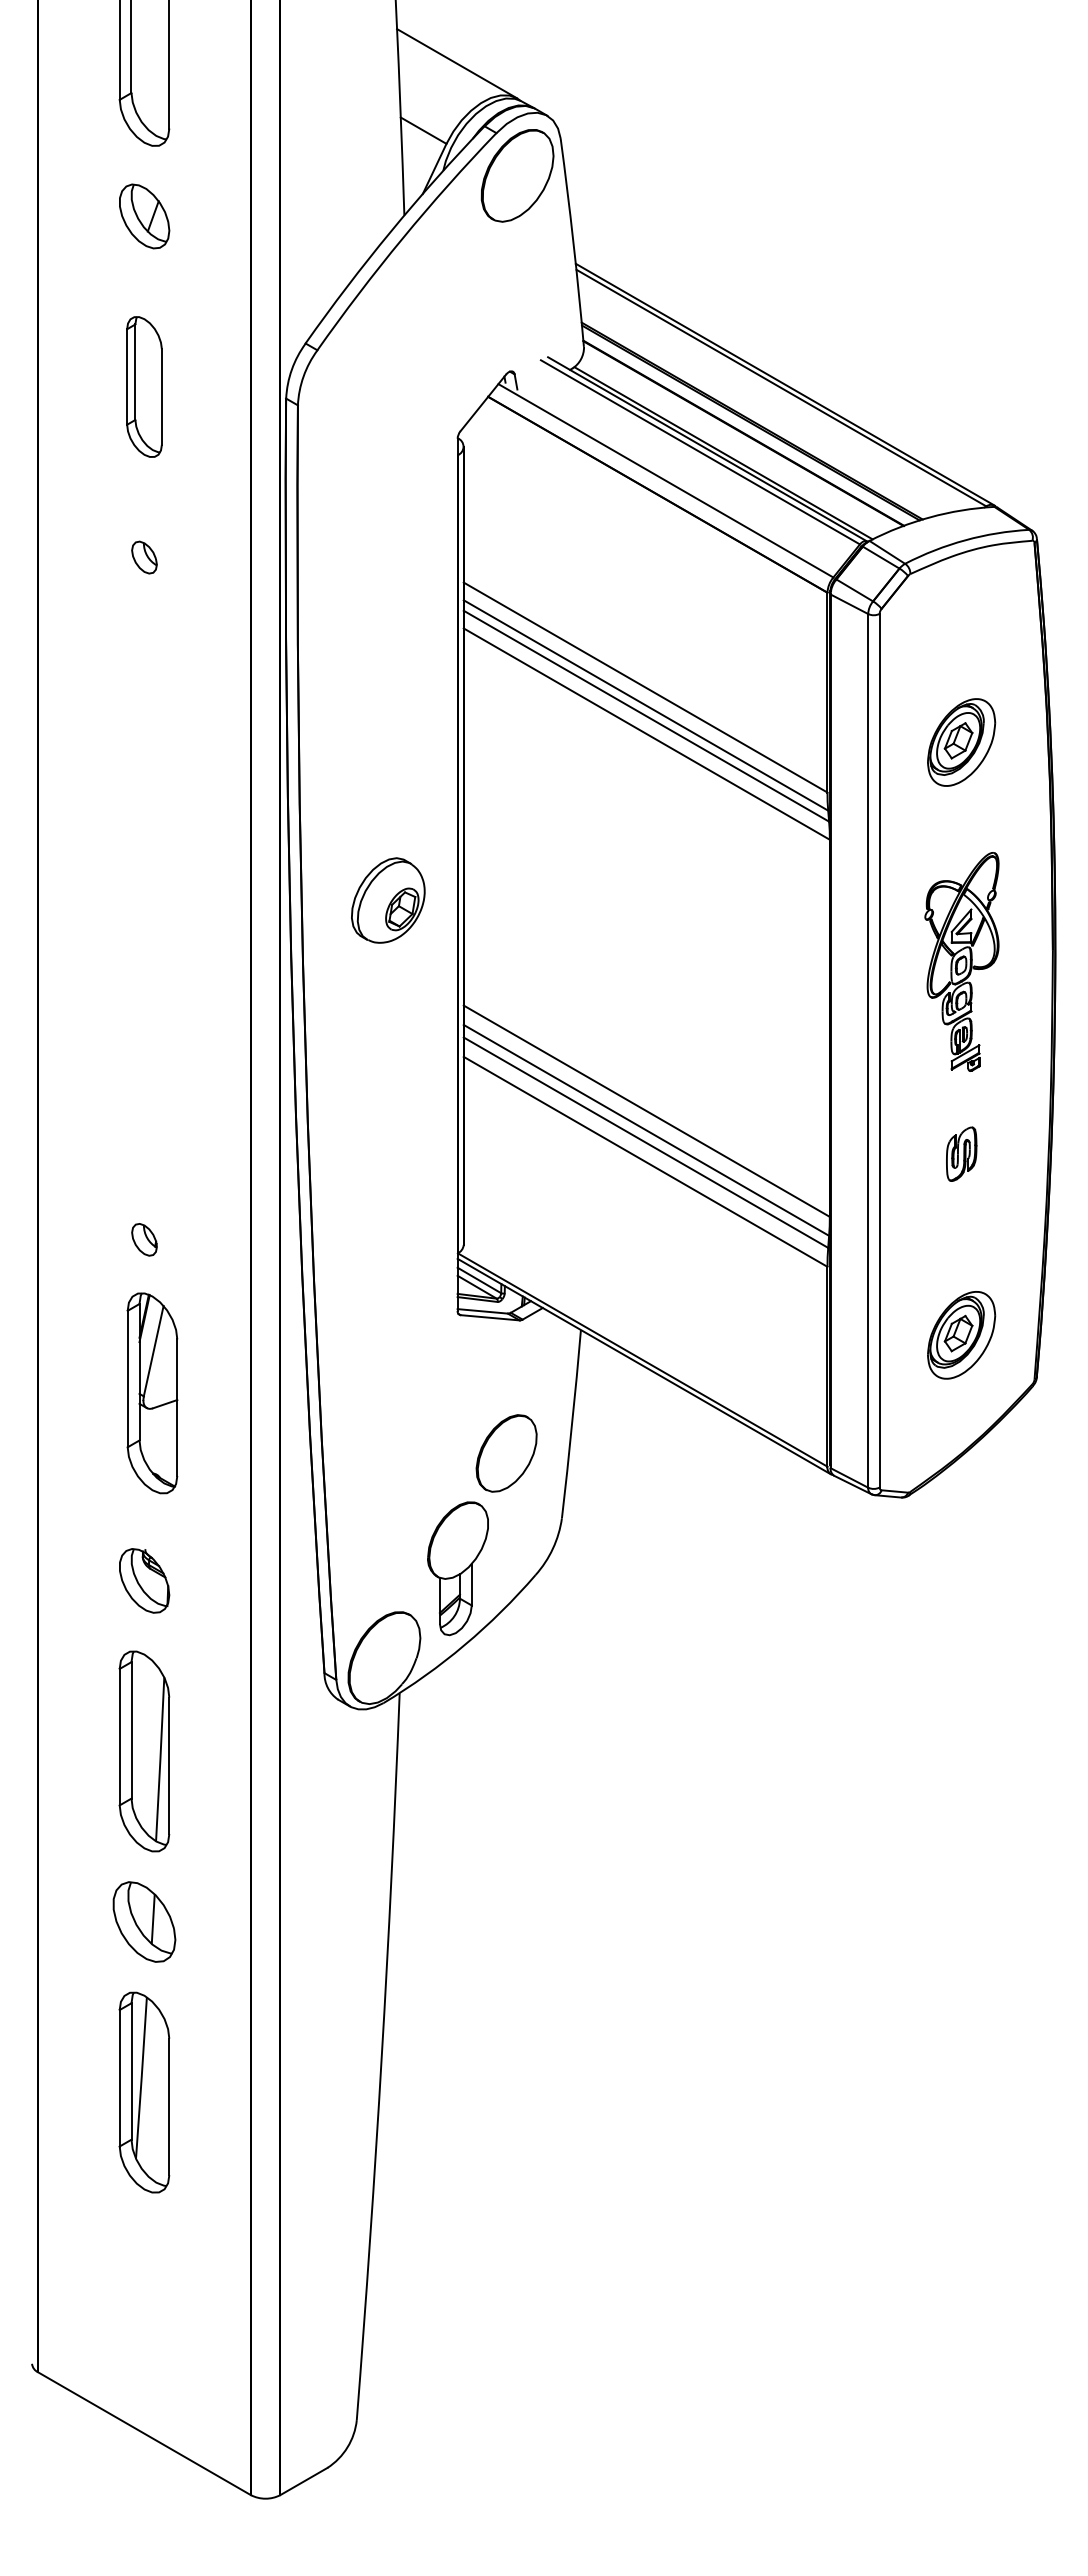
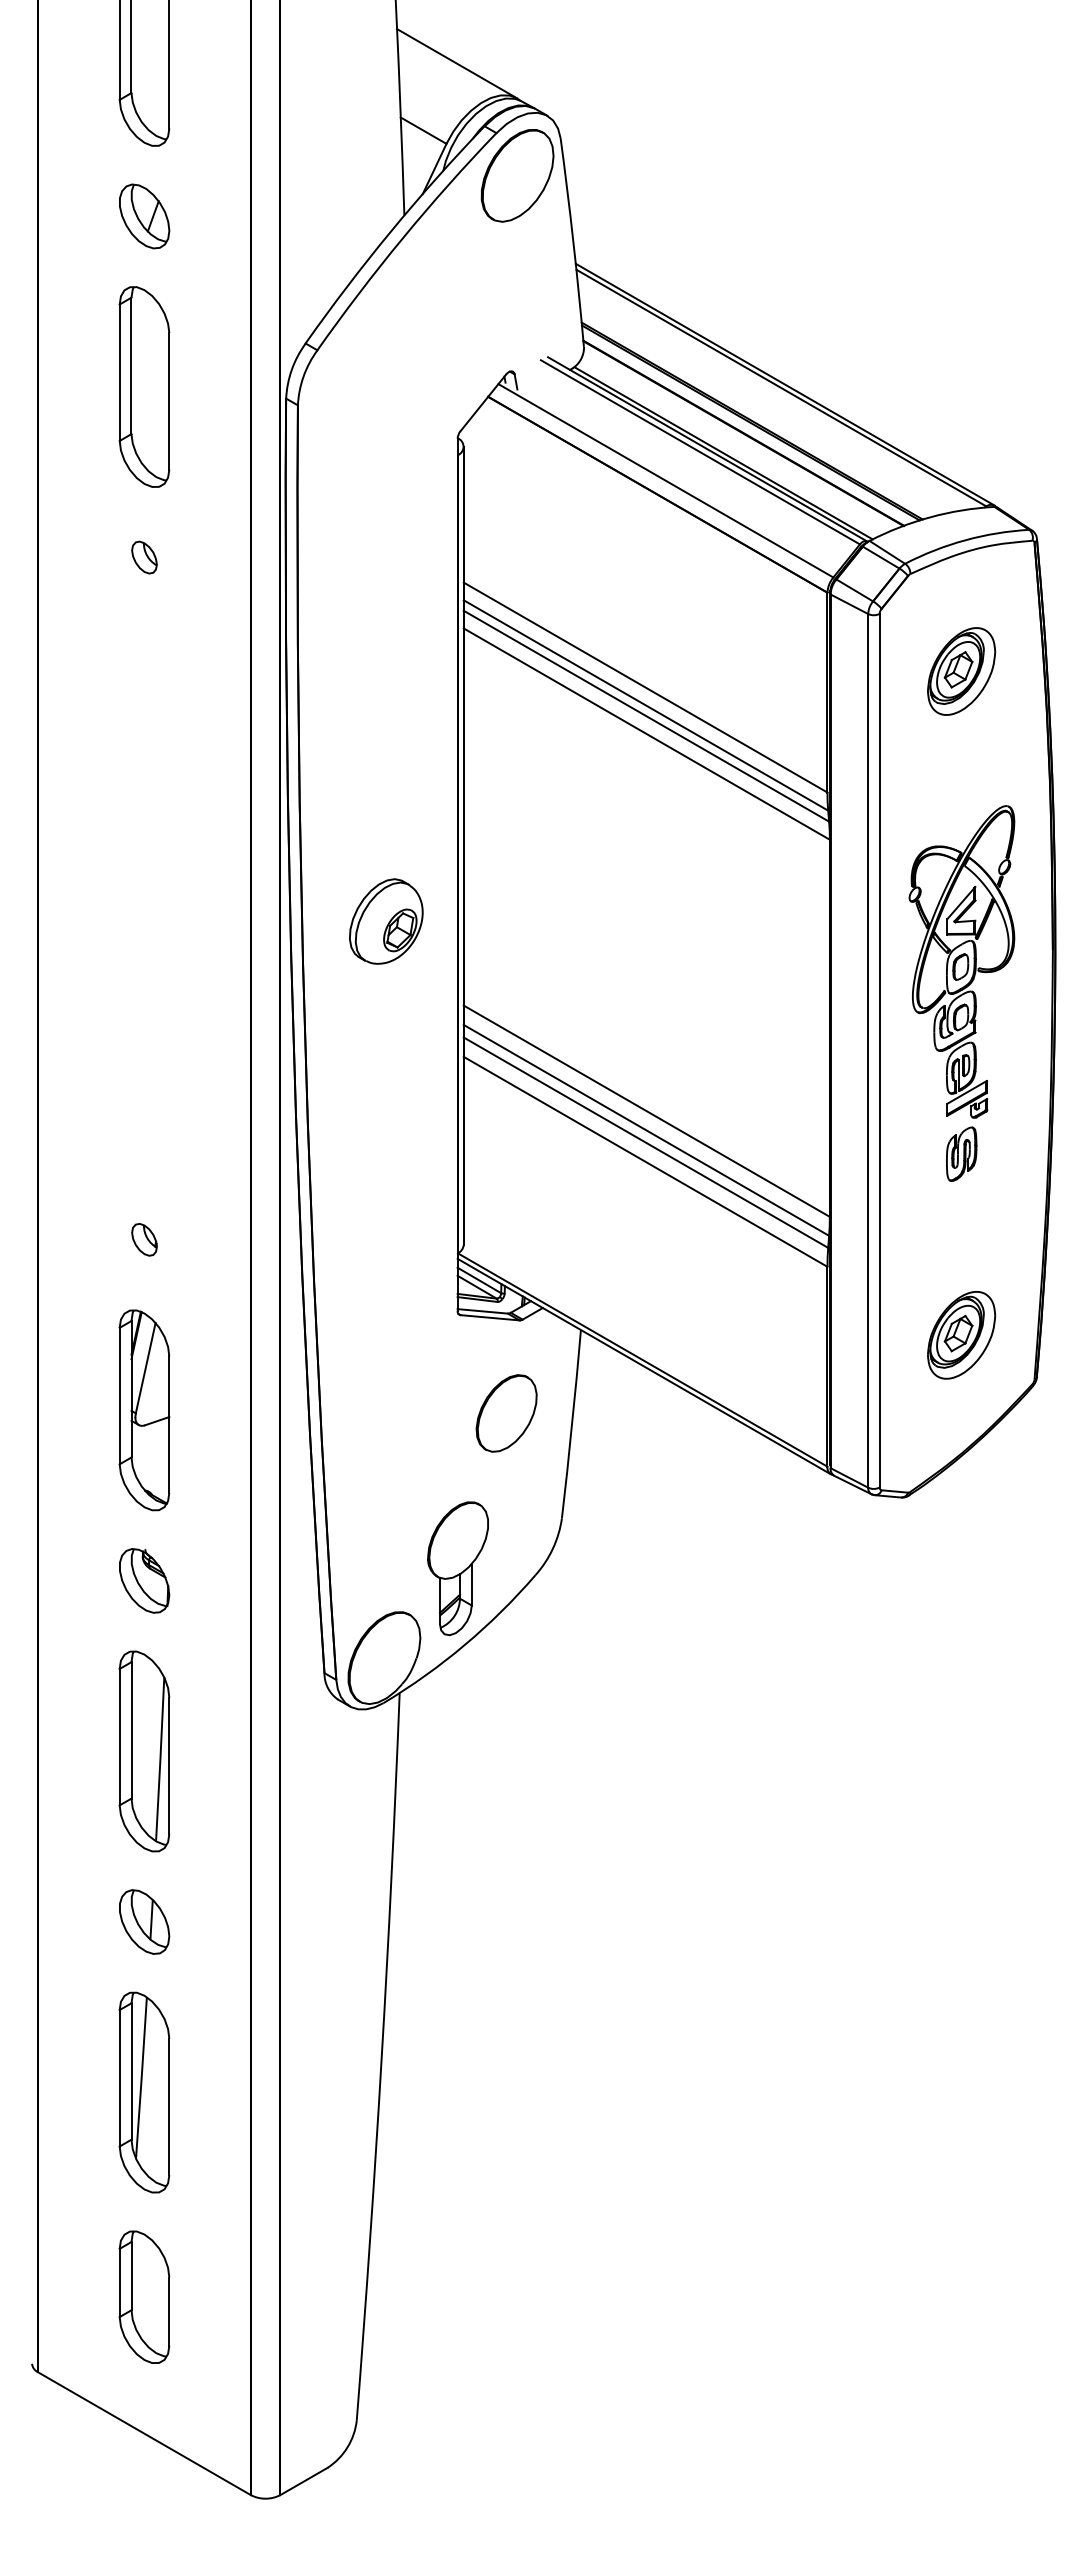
part at (144, 386) size: 37x142 px -> 53x202 px
part at (961, 742) position: (961, 742) -> (961, 671)
part at (388, 900) position: (388, 900) -> (386, 921)
part at (961, 961) size: 76x220 px -> 108x314 px
part at (152, 1393) position: (152, 1393) -> (144, 1410)
part at (506, 1453) position: (506, 1453) -> (506, 1413)
part at (144, 1921) size: 65x82 px -> 52x66 px
part at (144, 2296): none -> present
